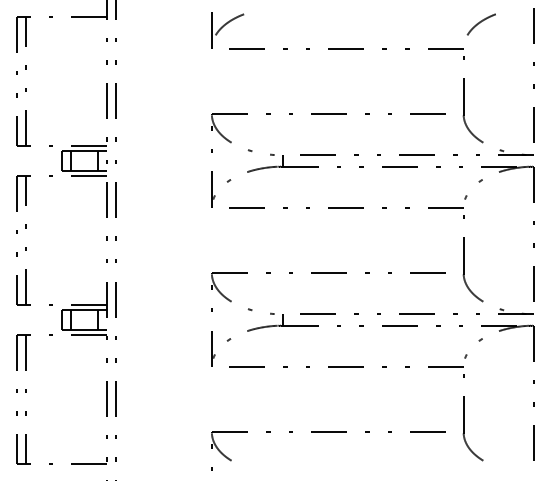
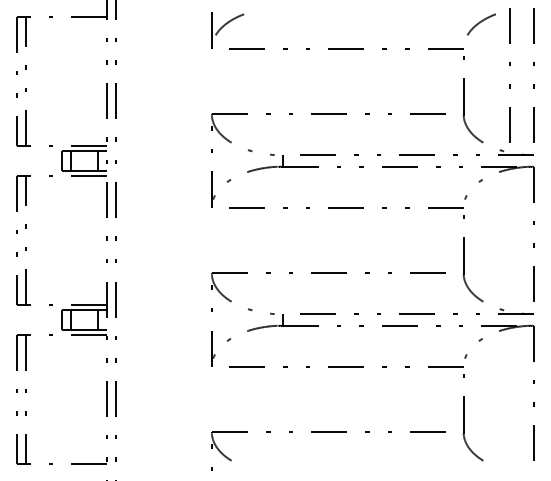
line at (509, 84): none -> present
